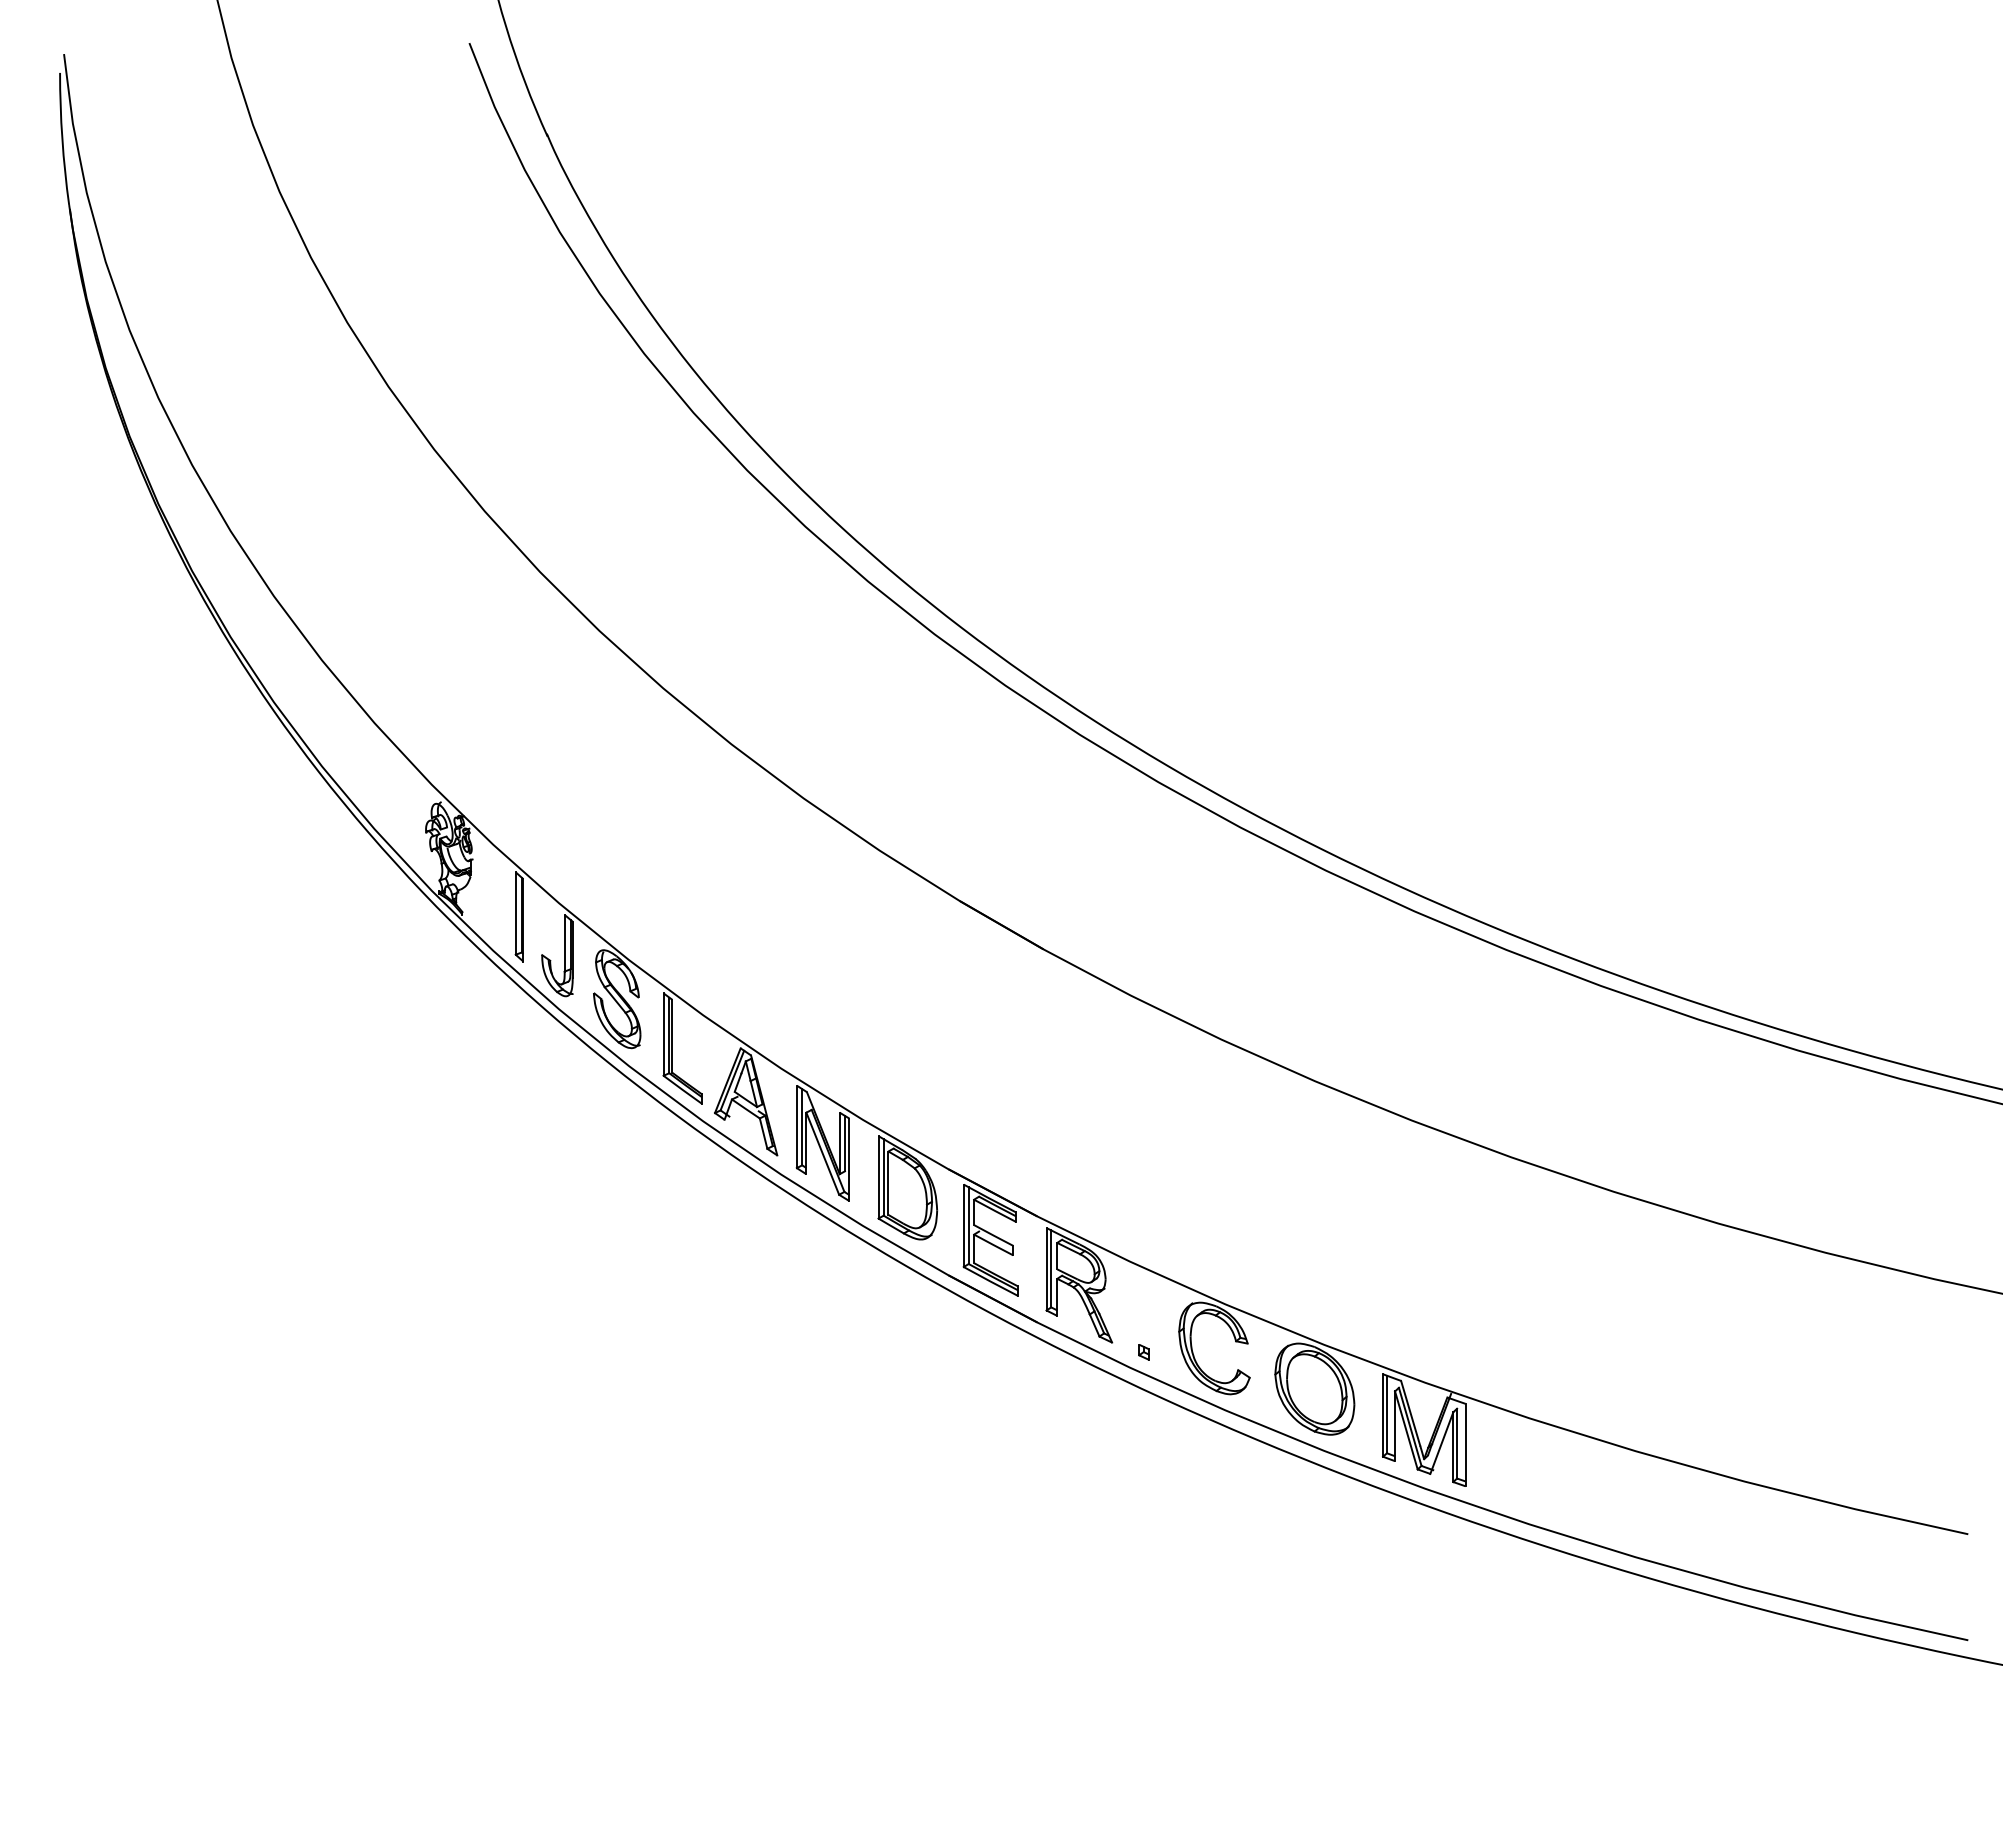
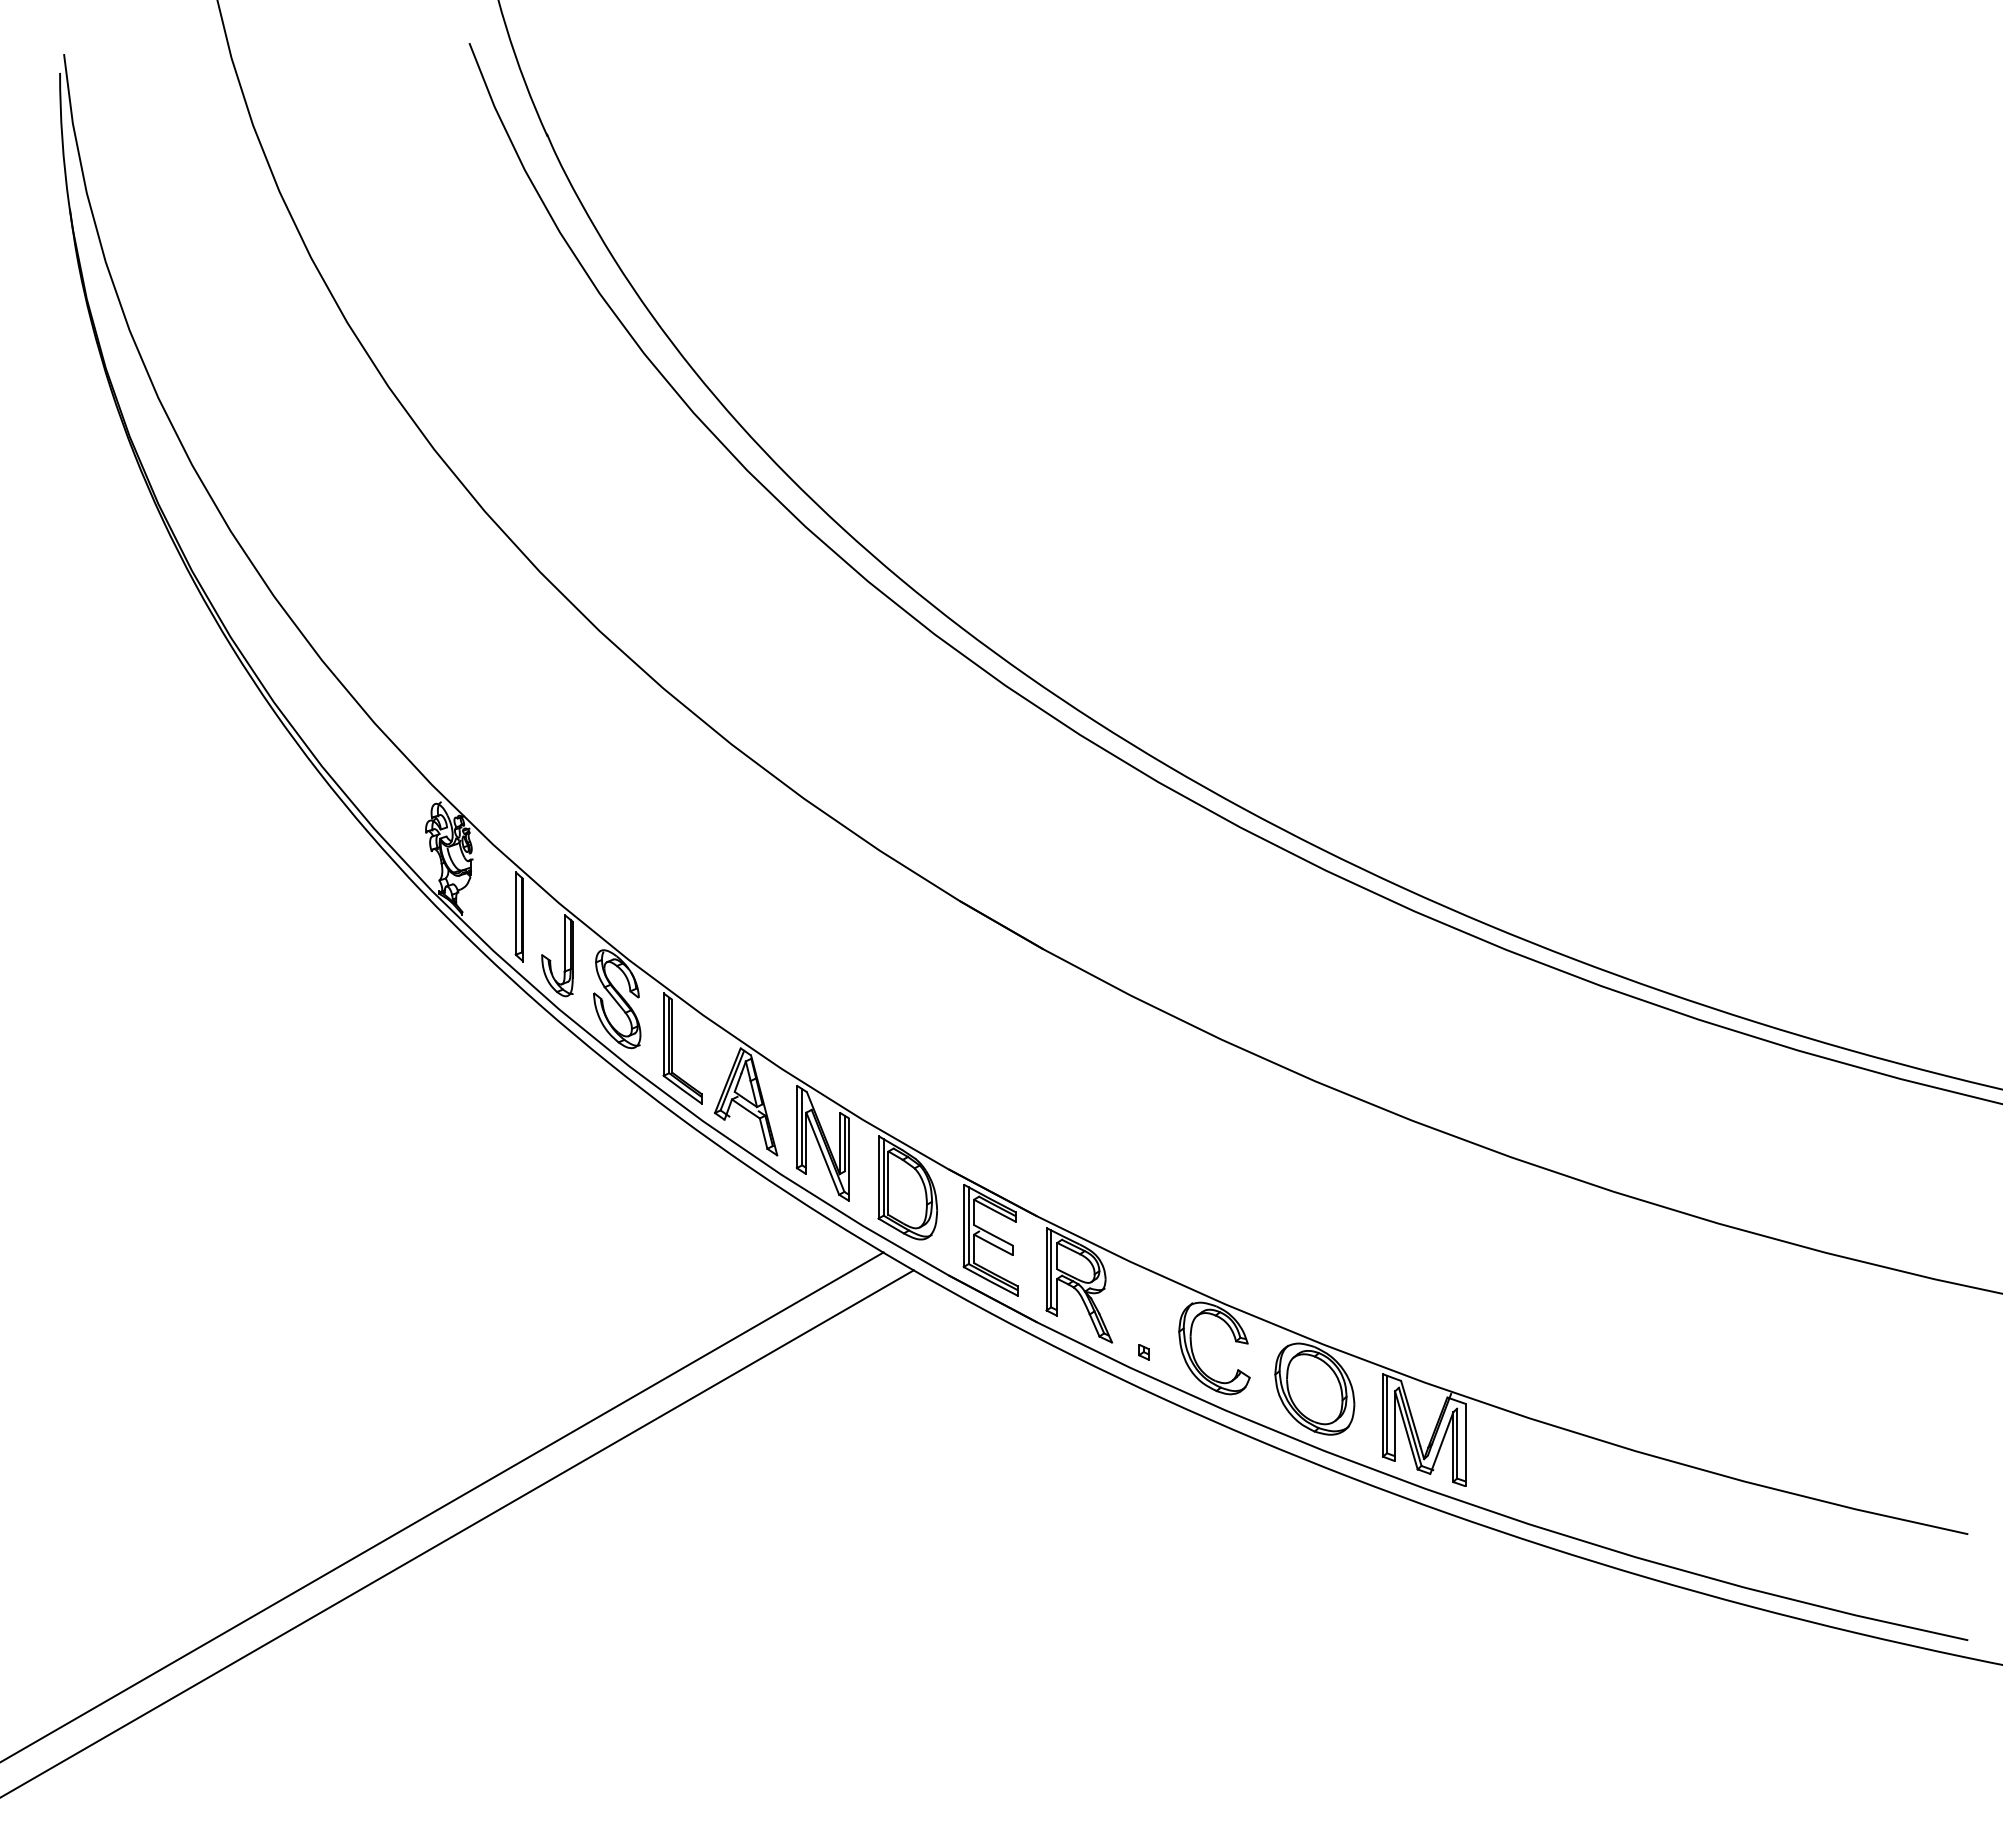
line at (442, 1506): none -> present
line at (457, 1533): none -> present
